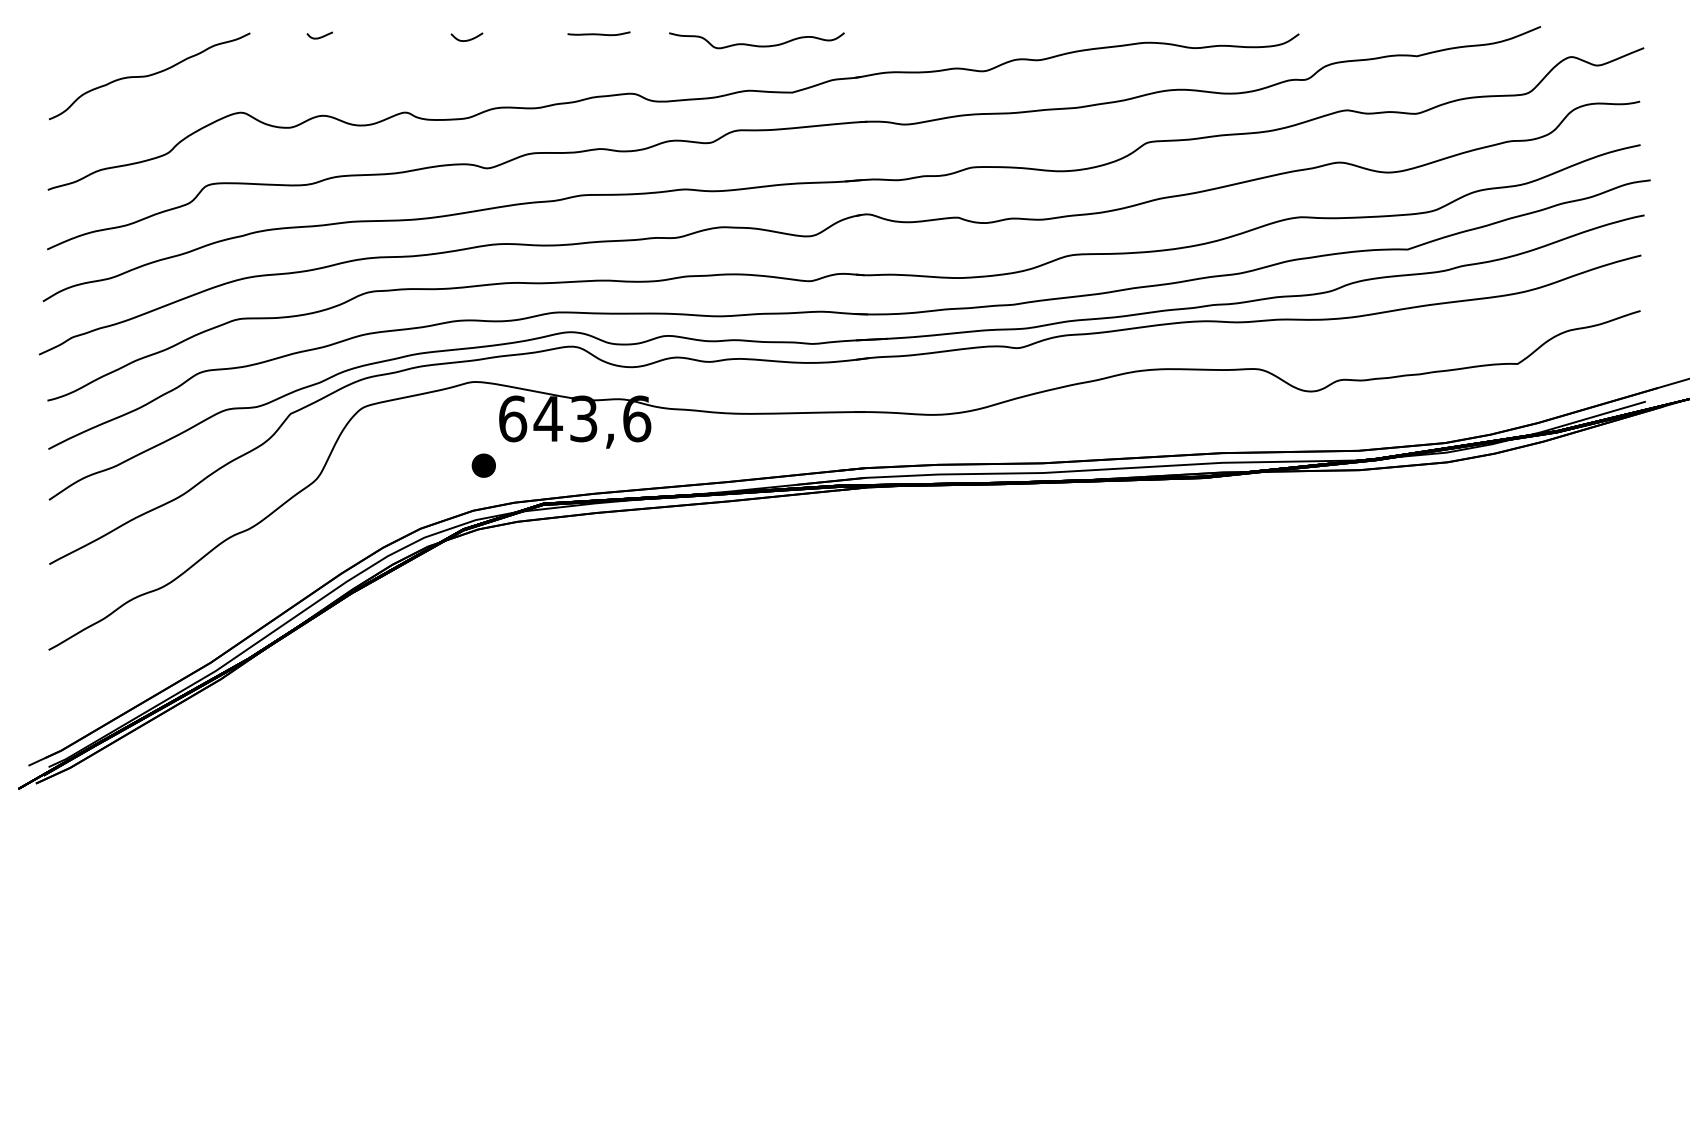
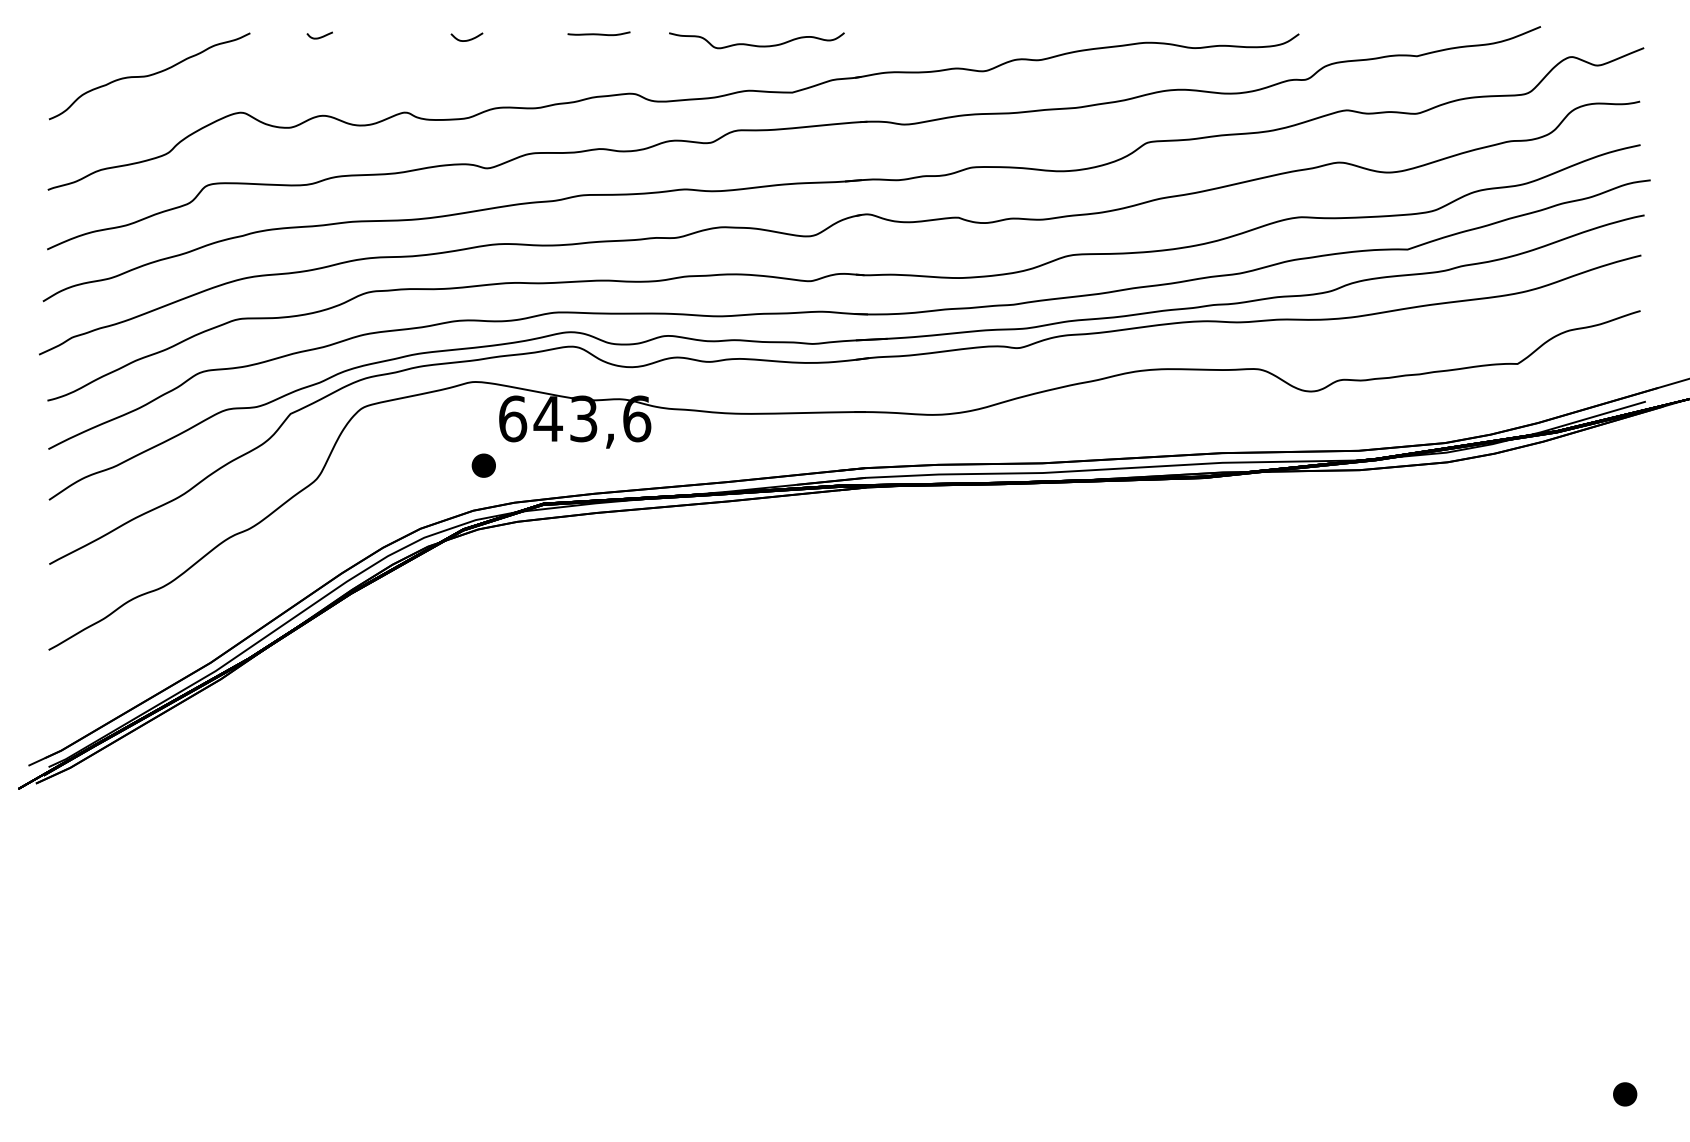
part at (1625, 1094): none -> present
